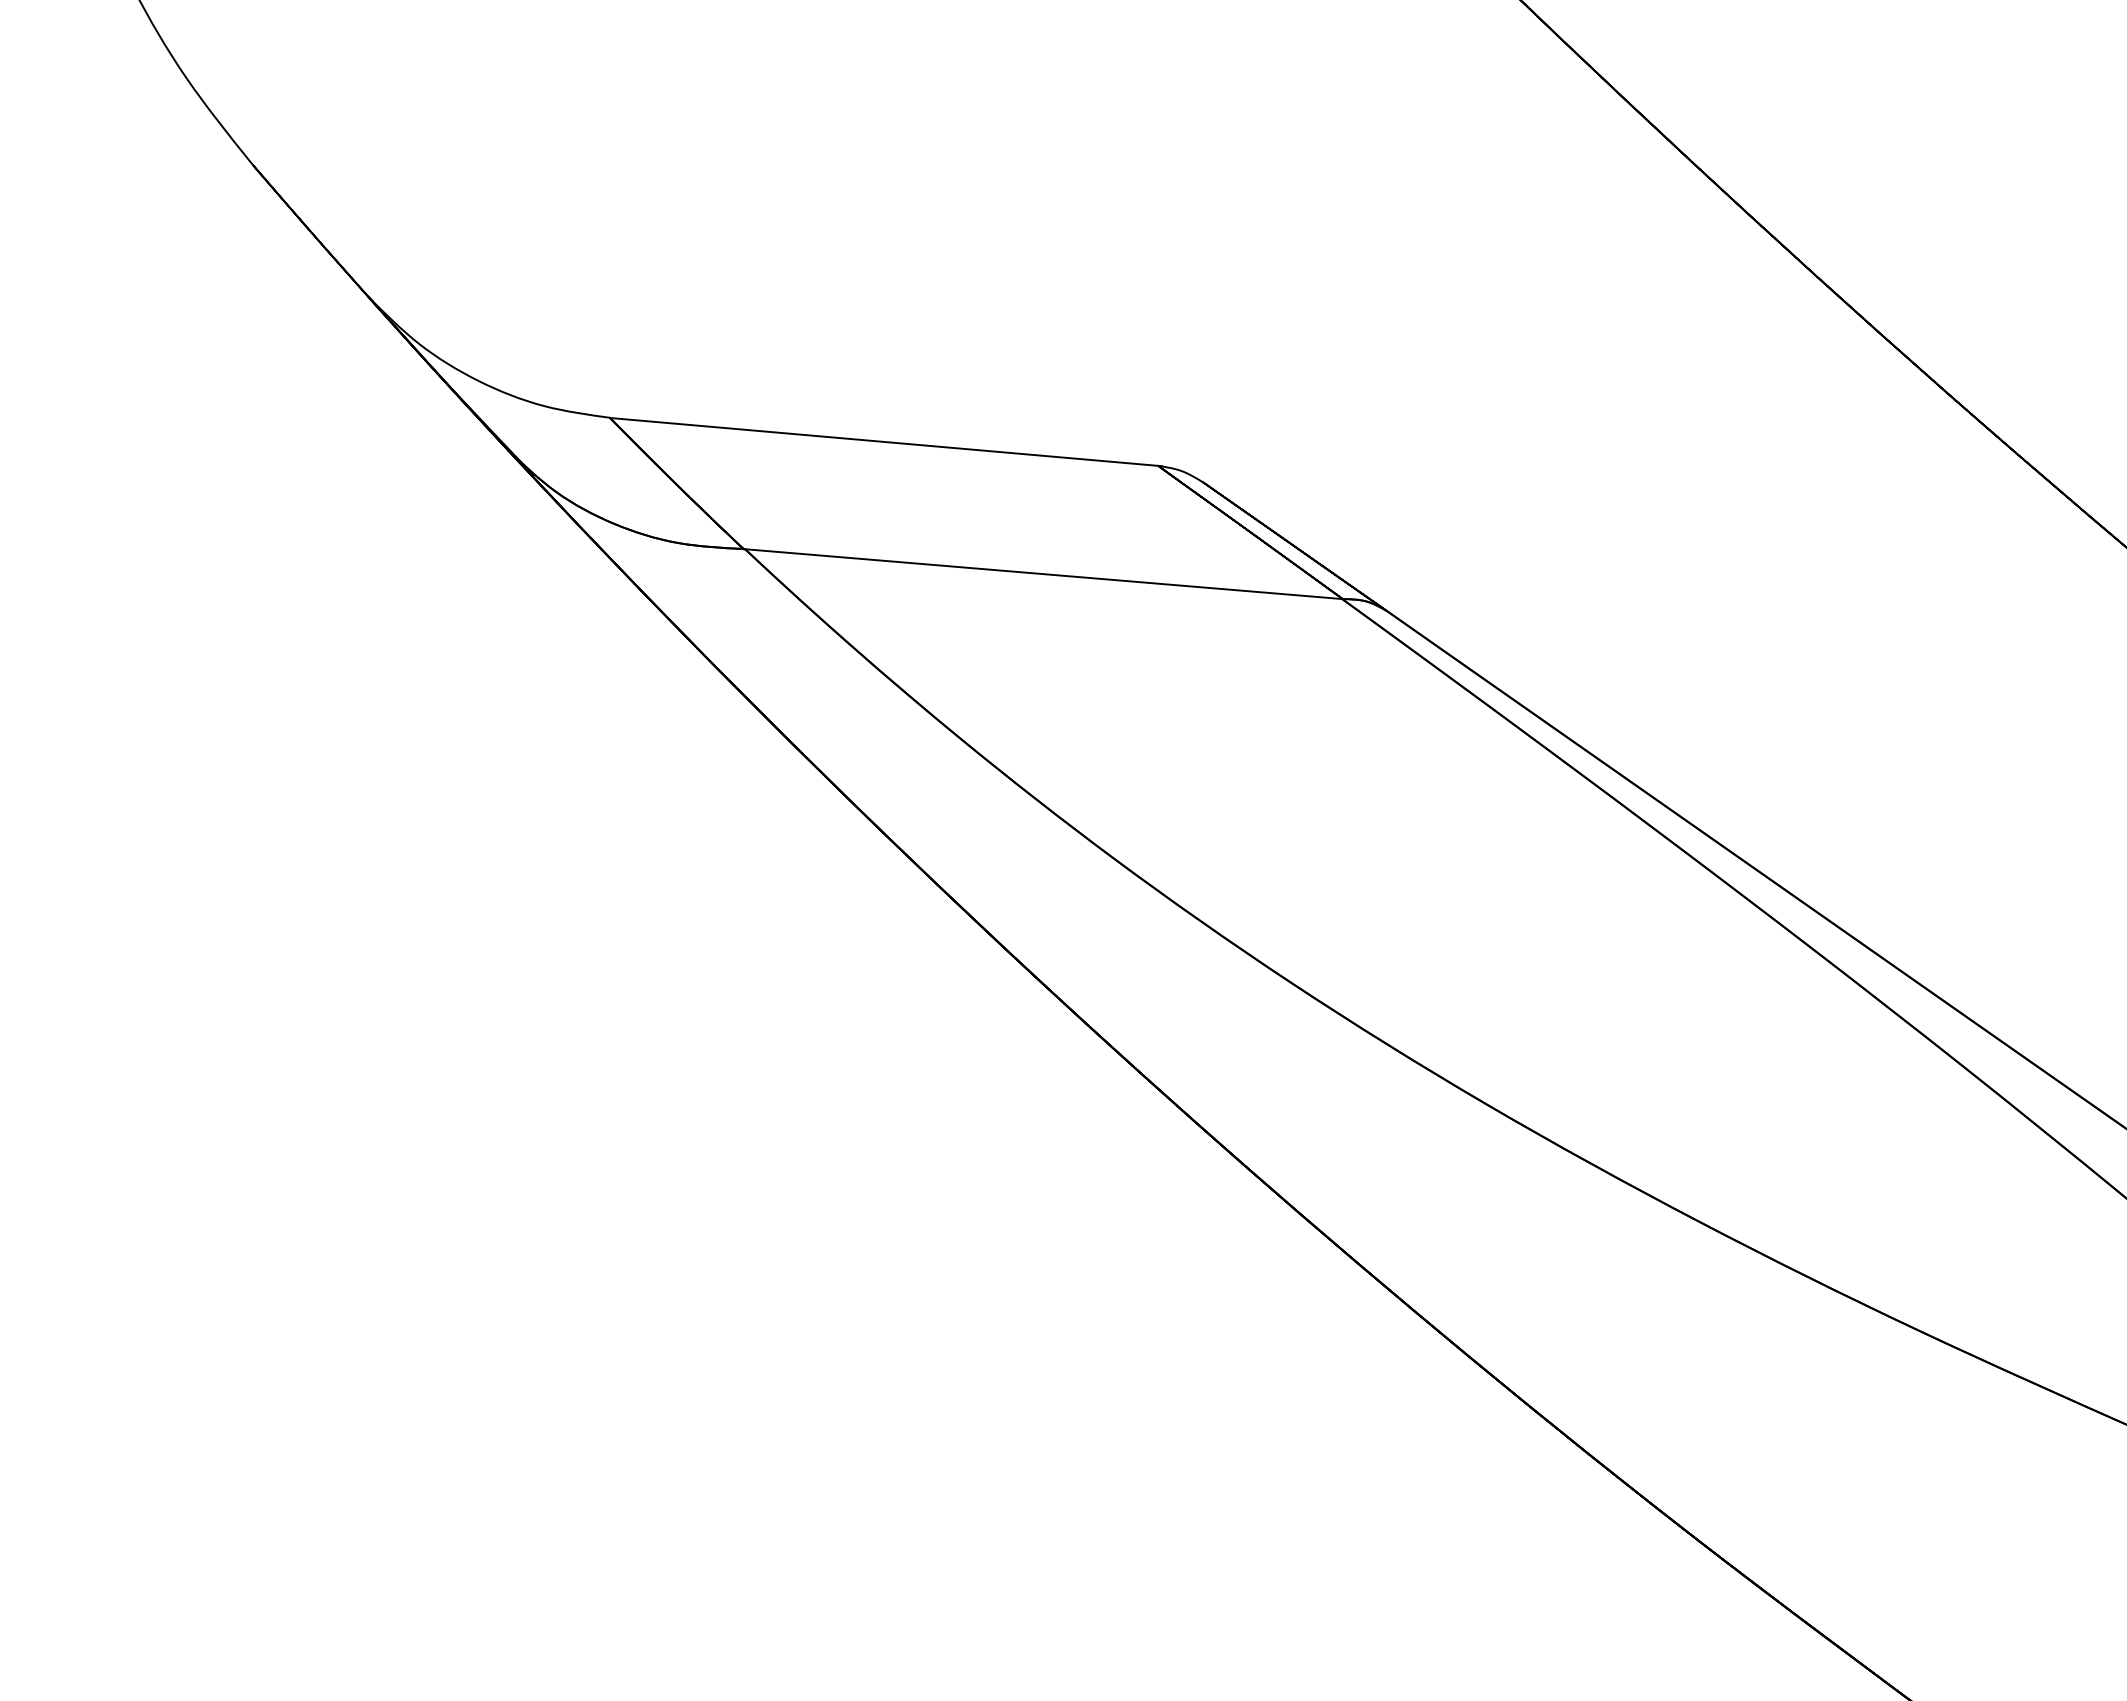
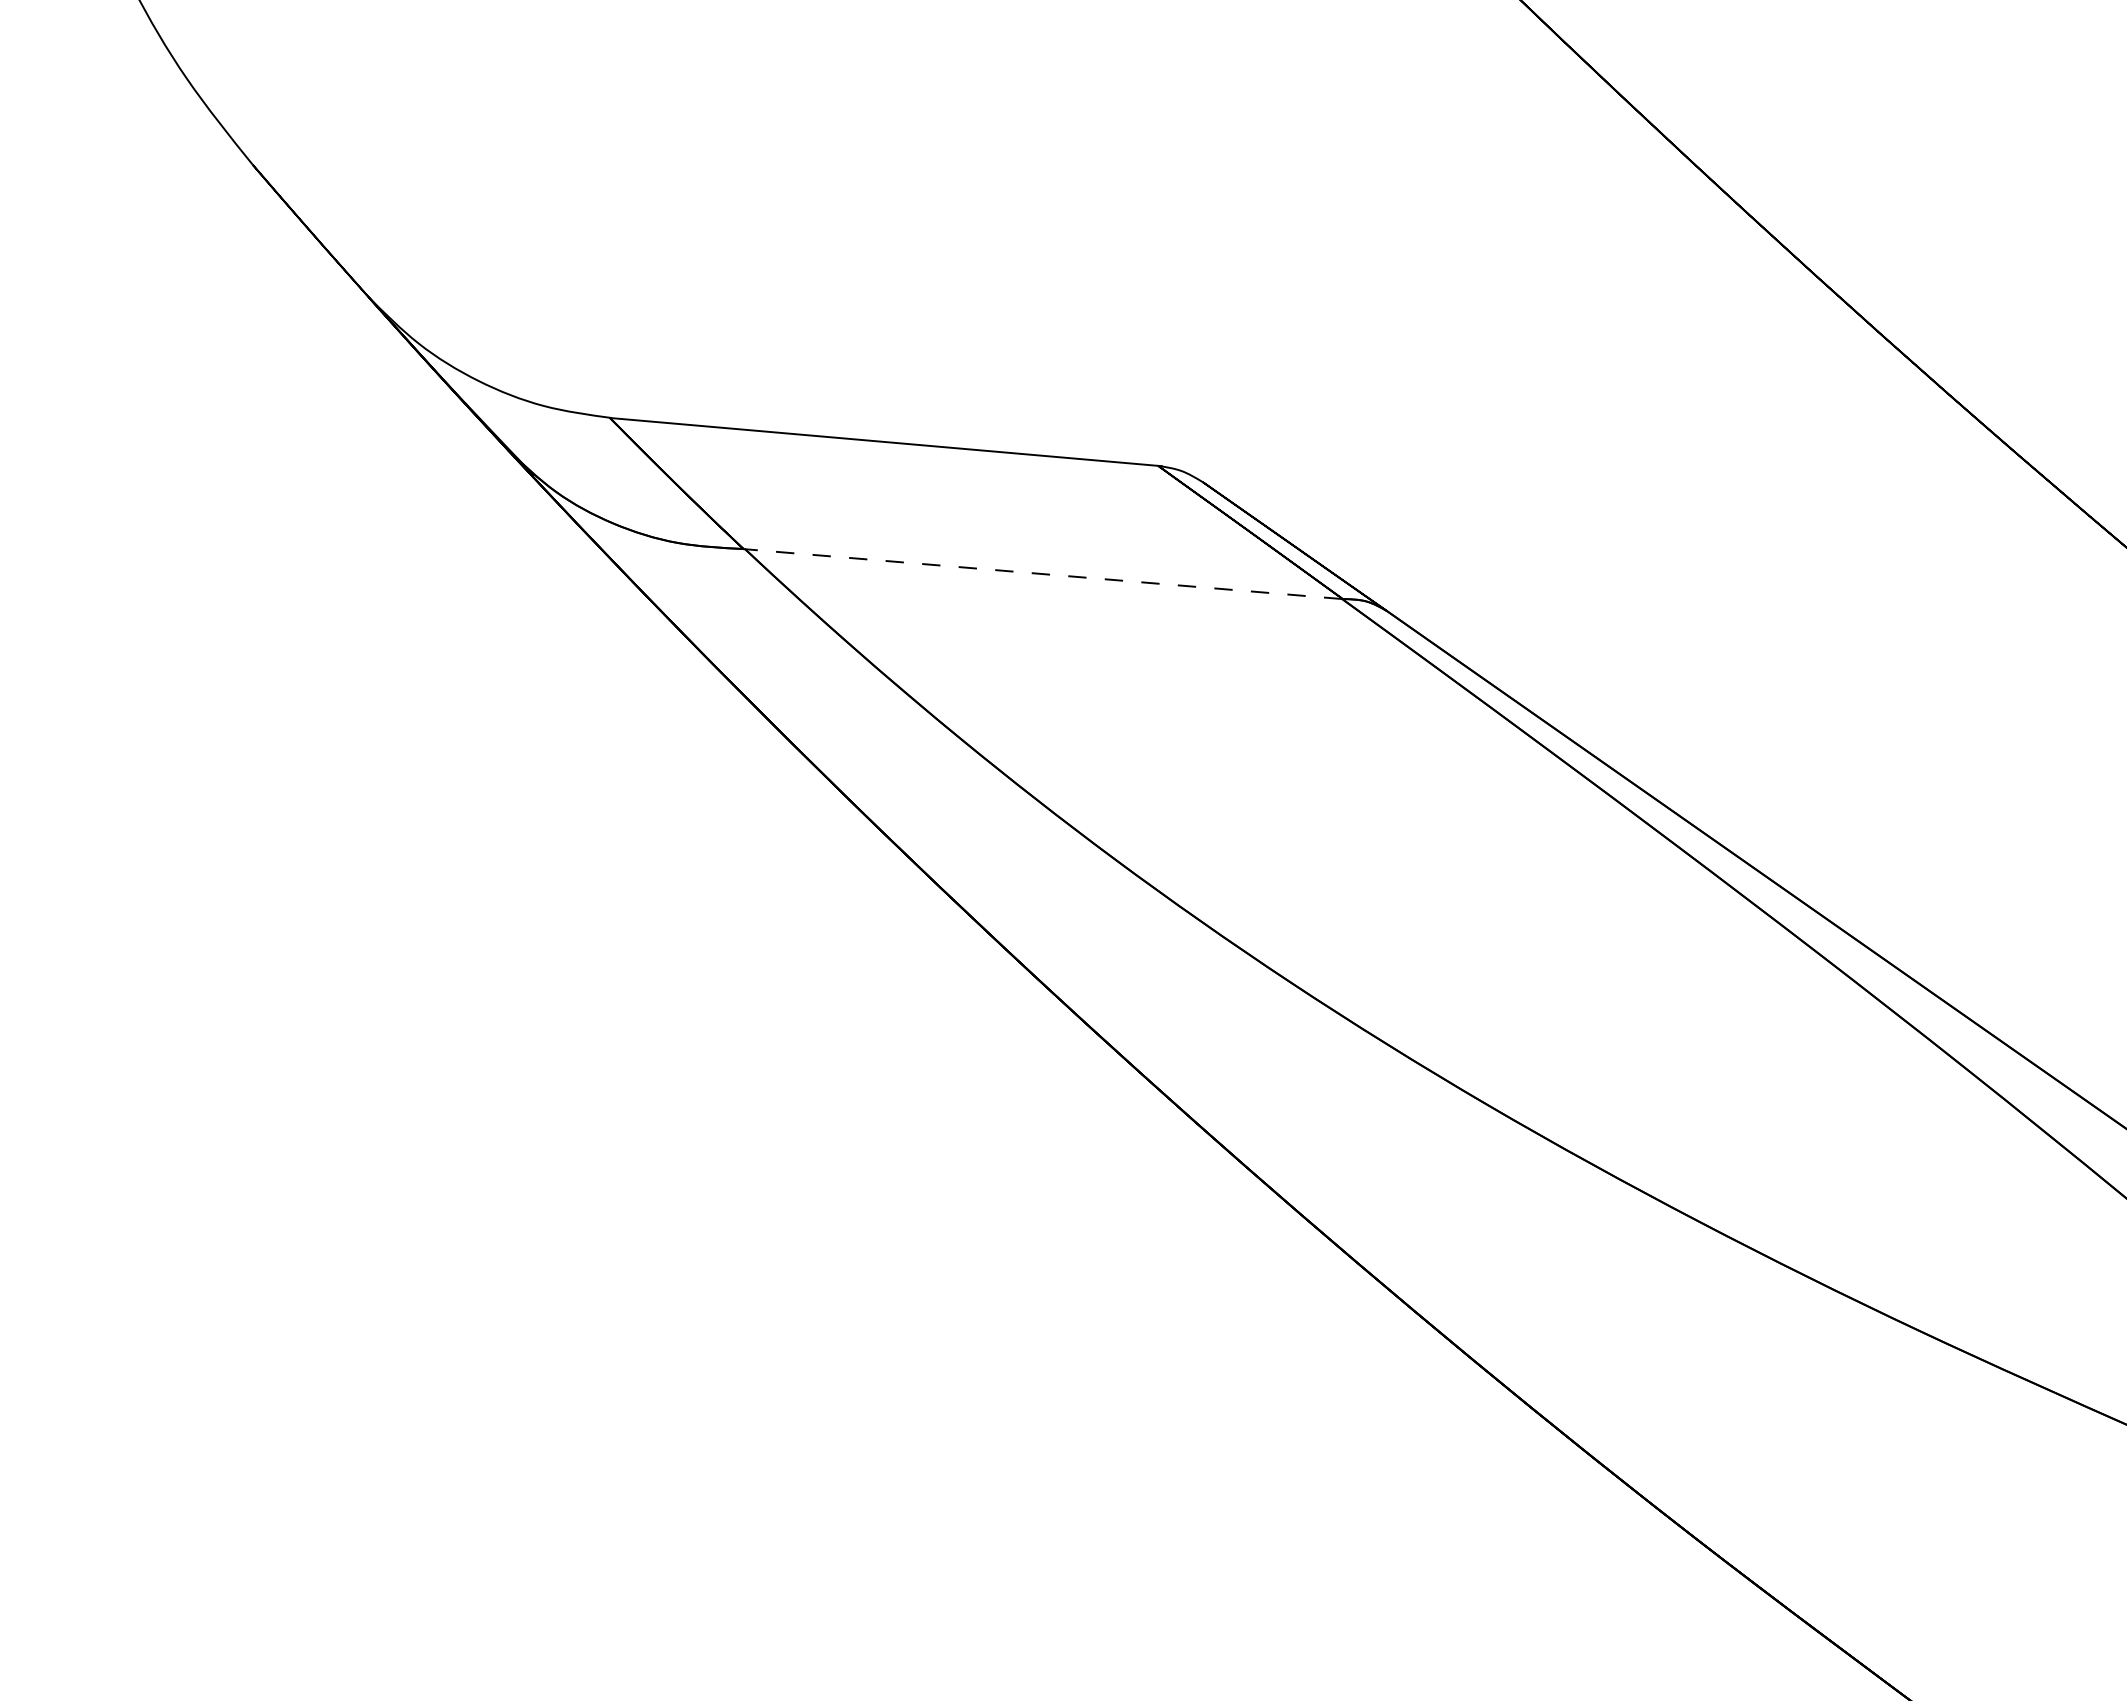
line at (1043, 574): solid -> dashed
